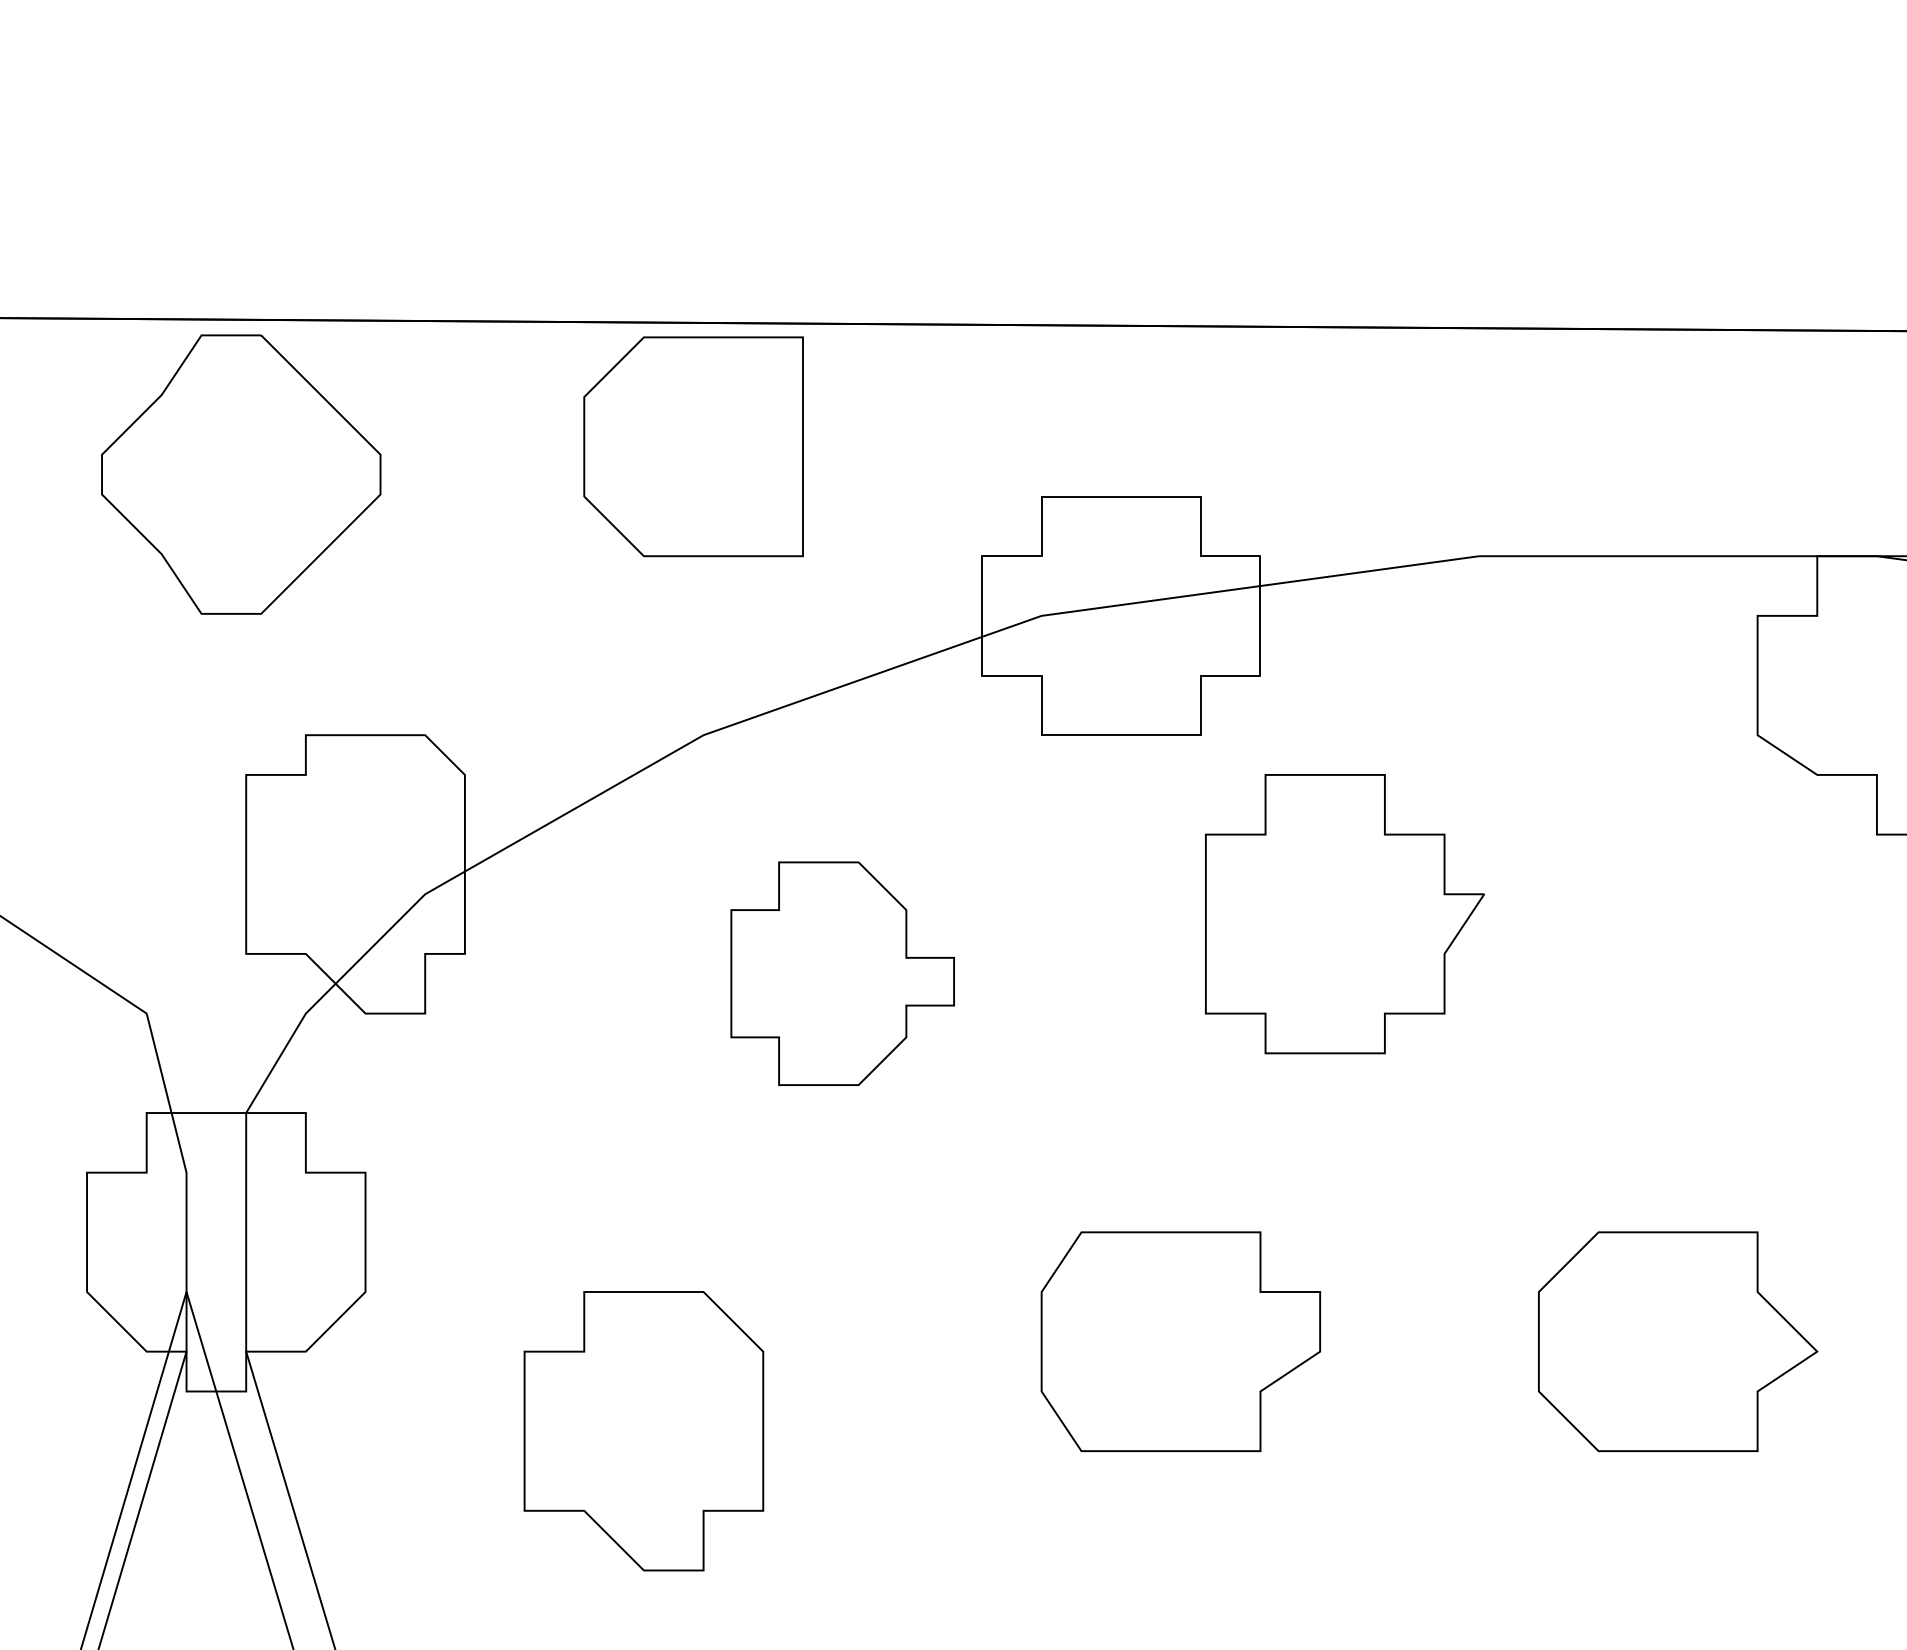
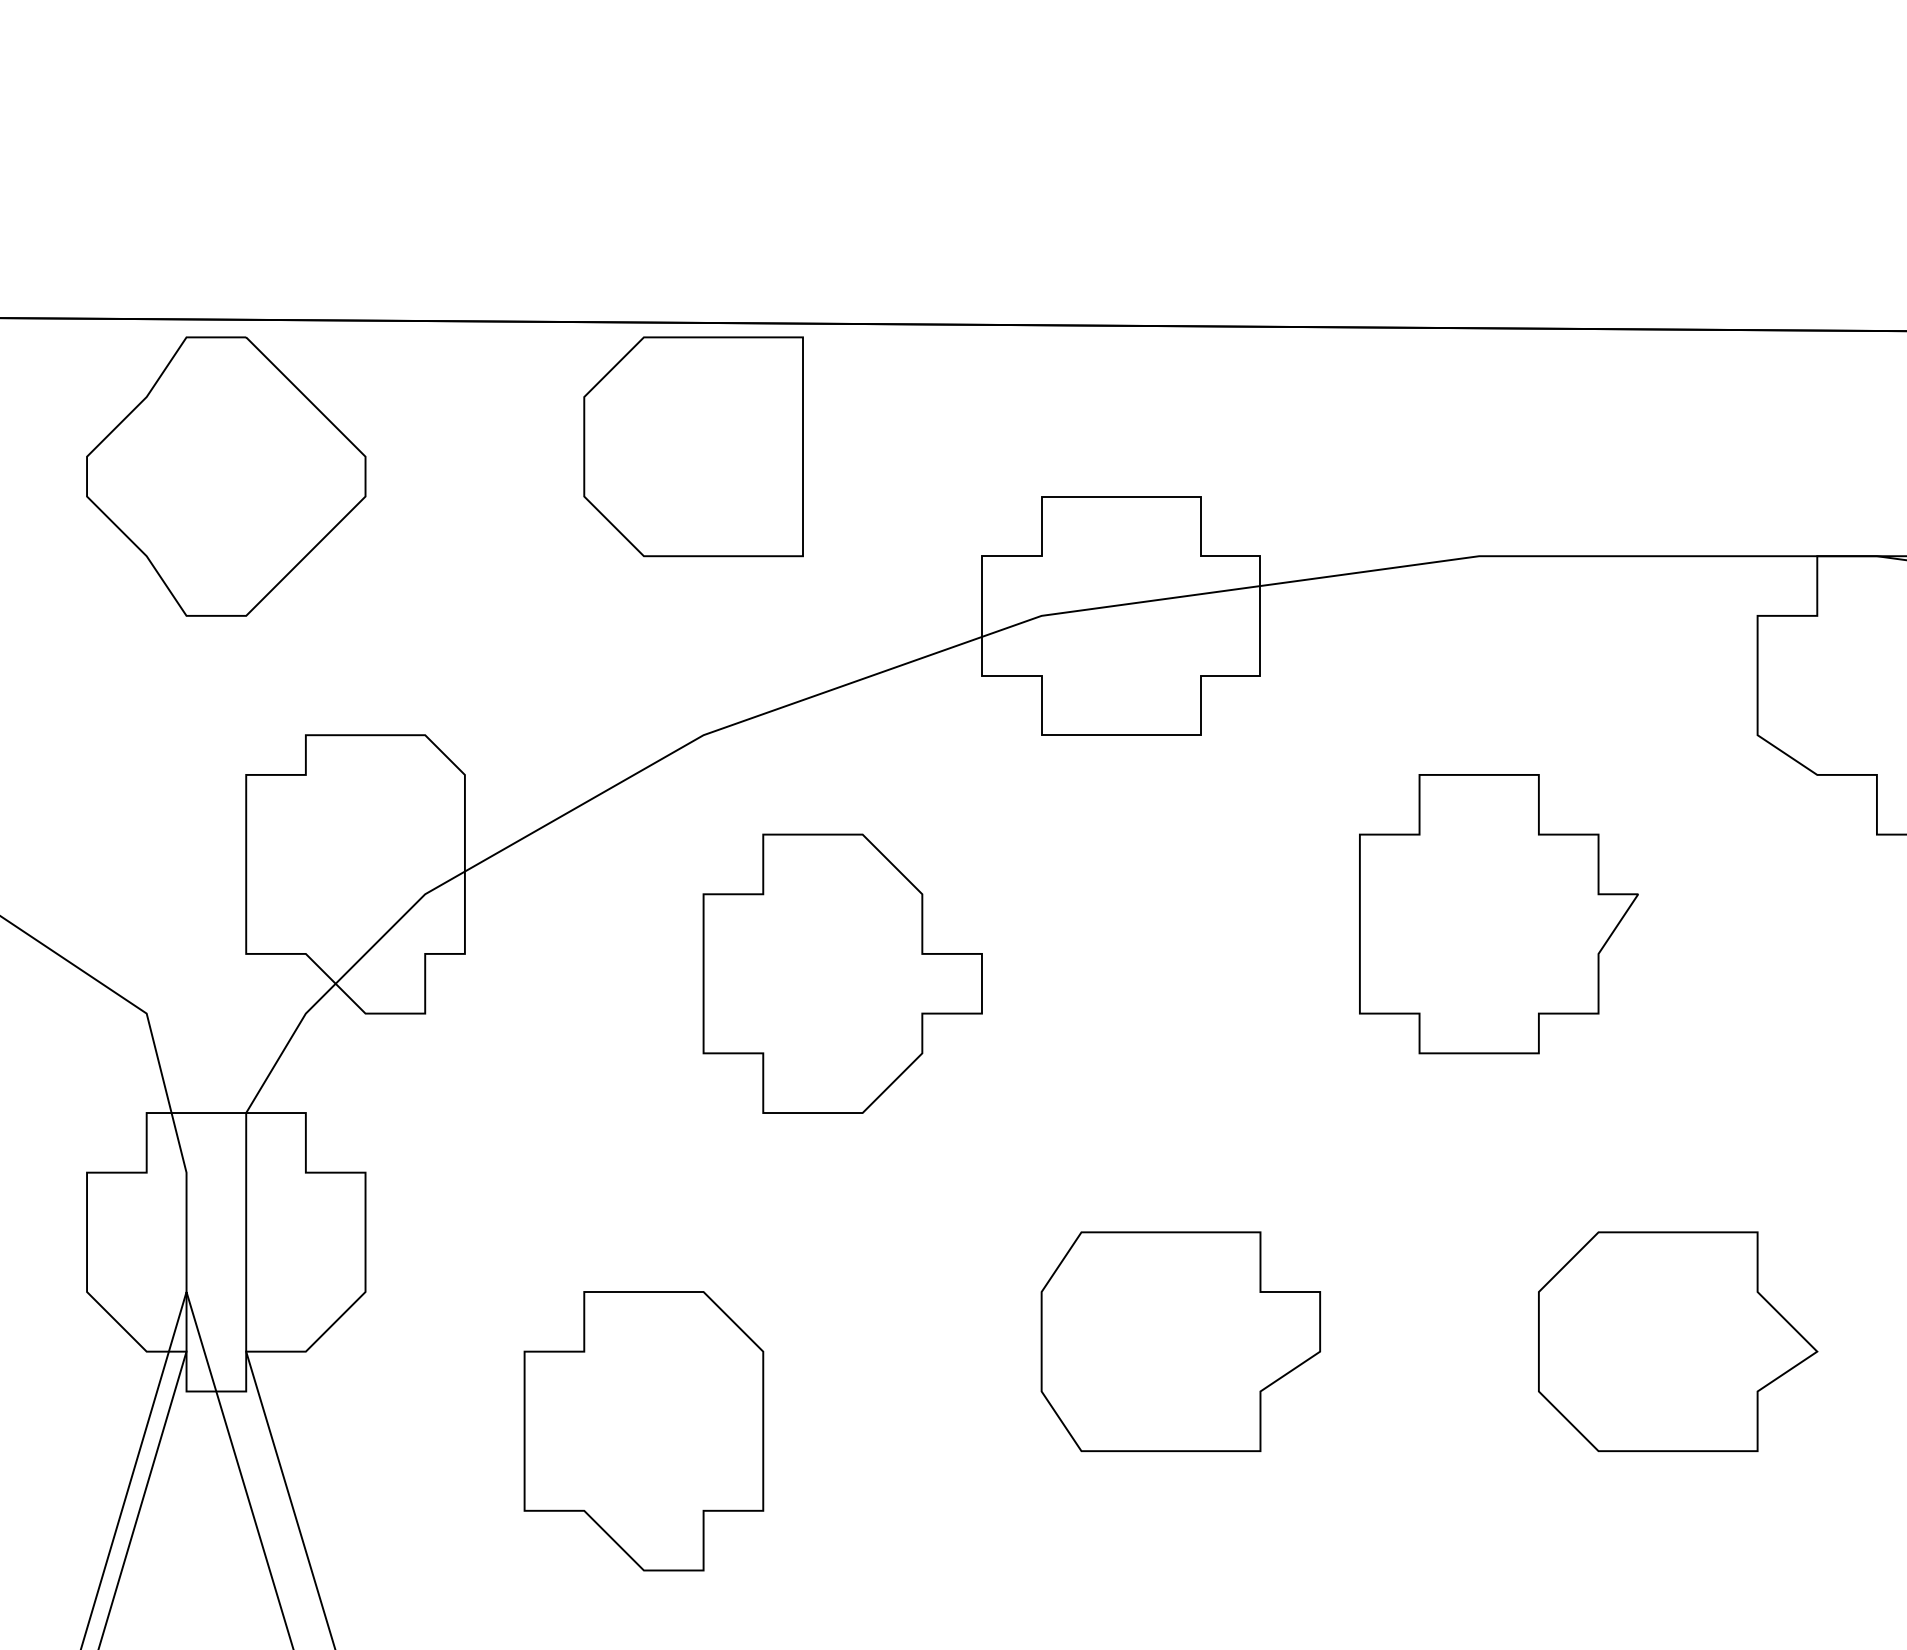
part at (241, 474) position: (241, 474) -> (226, 476)
part at (1344, 914) position: (1344, 914) -> (1498, 914)
part at (842, 973) size: 225x225 px -> 281x281 px
